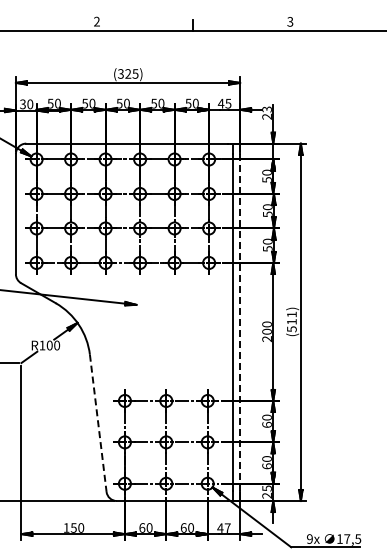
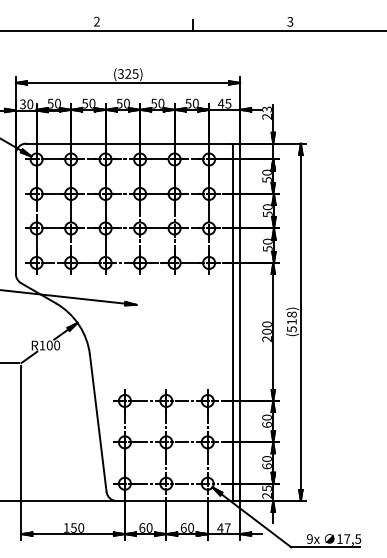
text at (291, 314): (511) -> (518)
line at (240, 322): dashed -> solid
line at (98, 423): dashed -> solid
